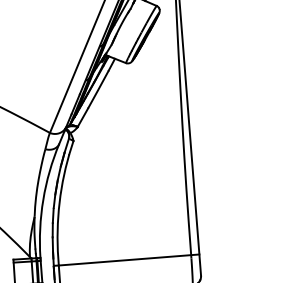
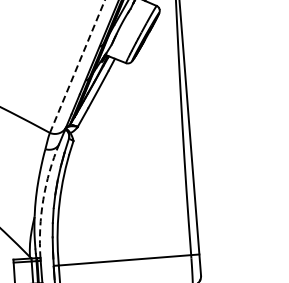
line at (77, 66): solid -> dashed
arc at (43, 199): solid -> dashed
